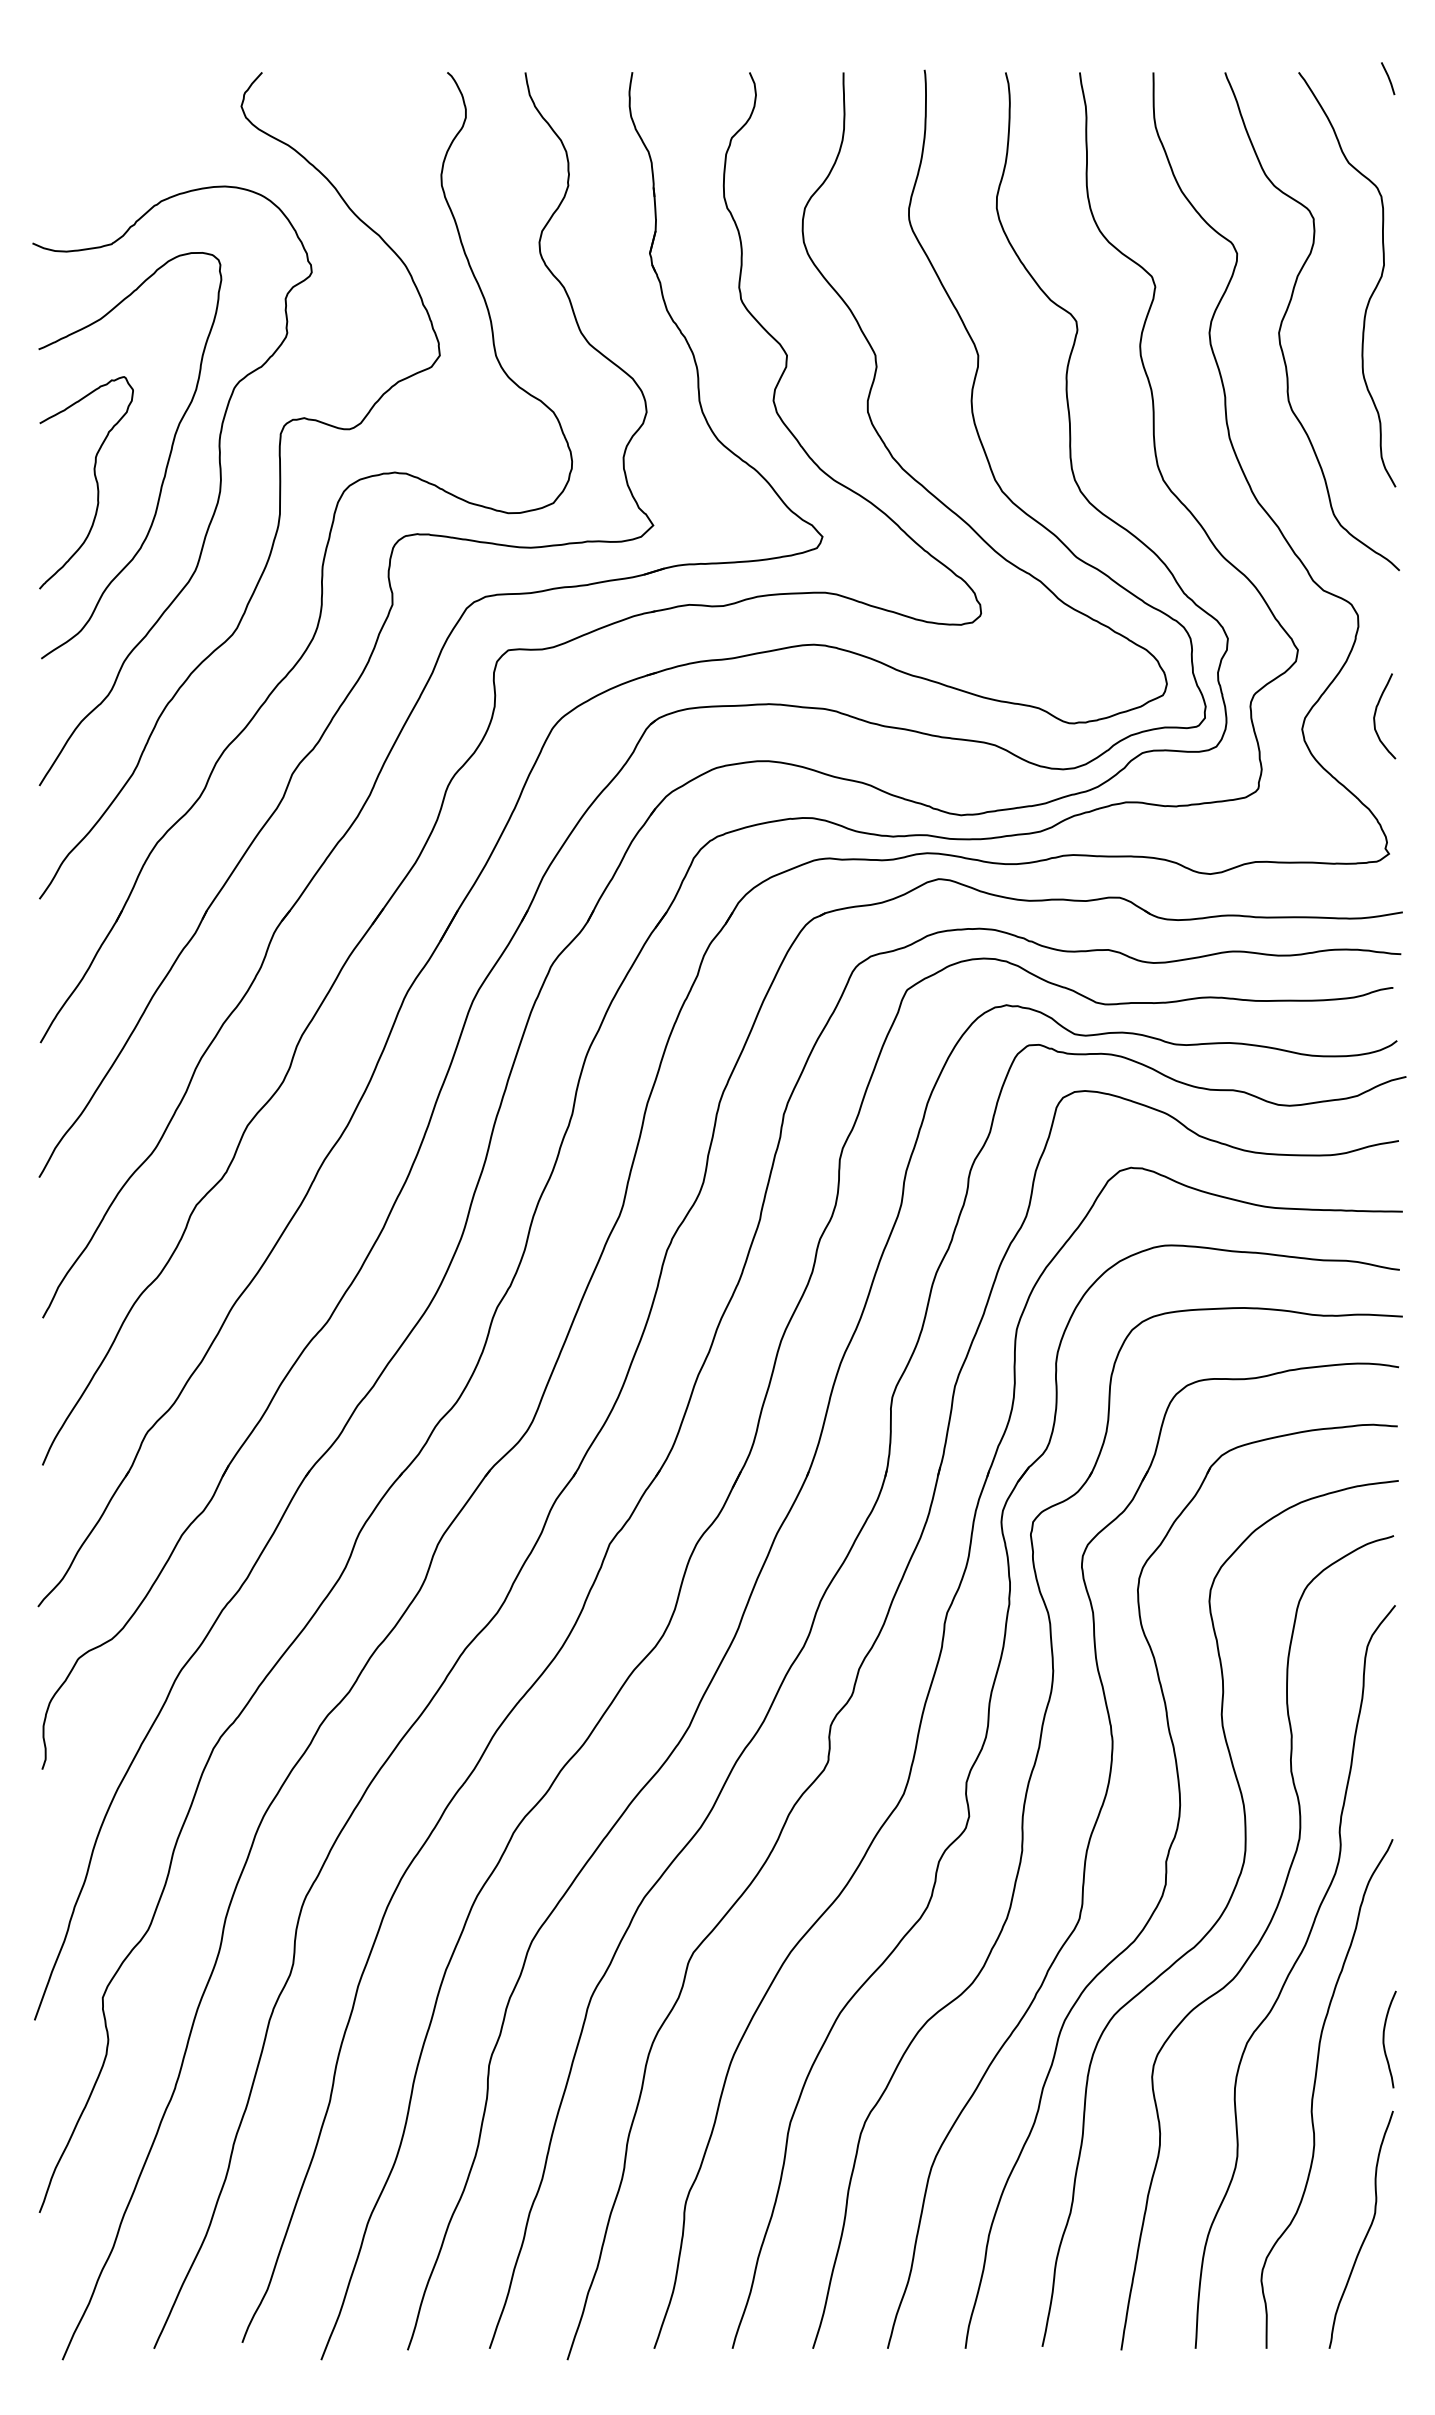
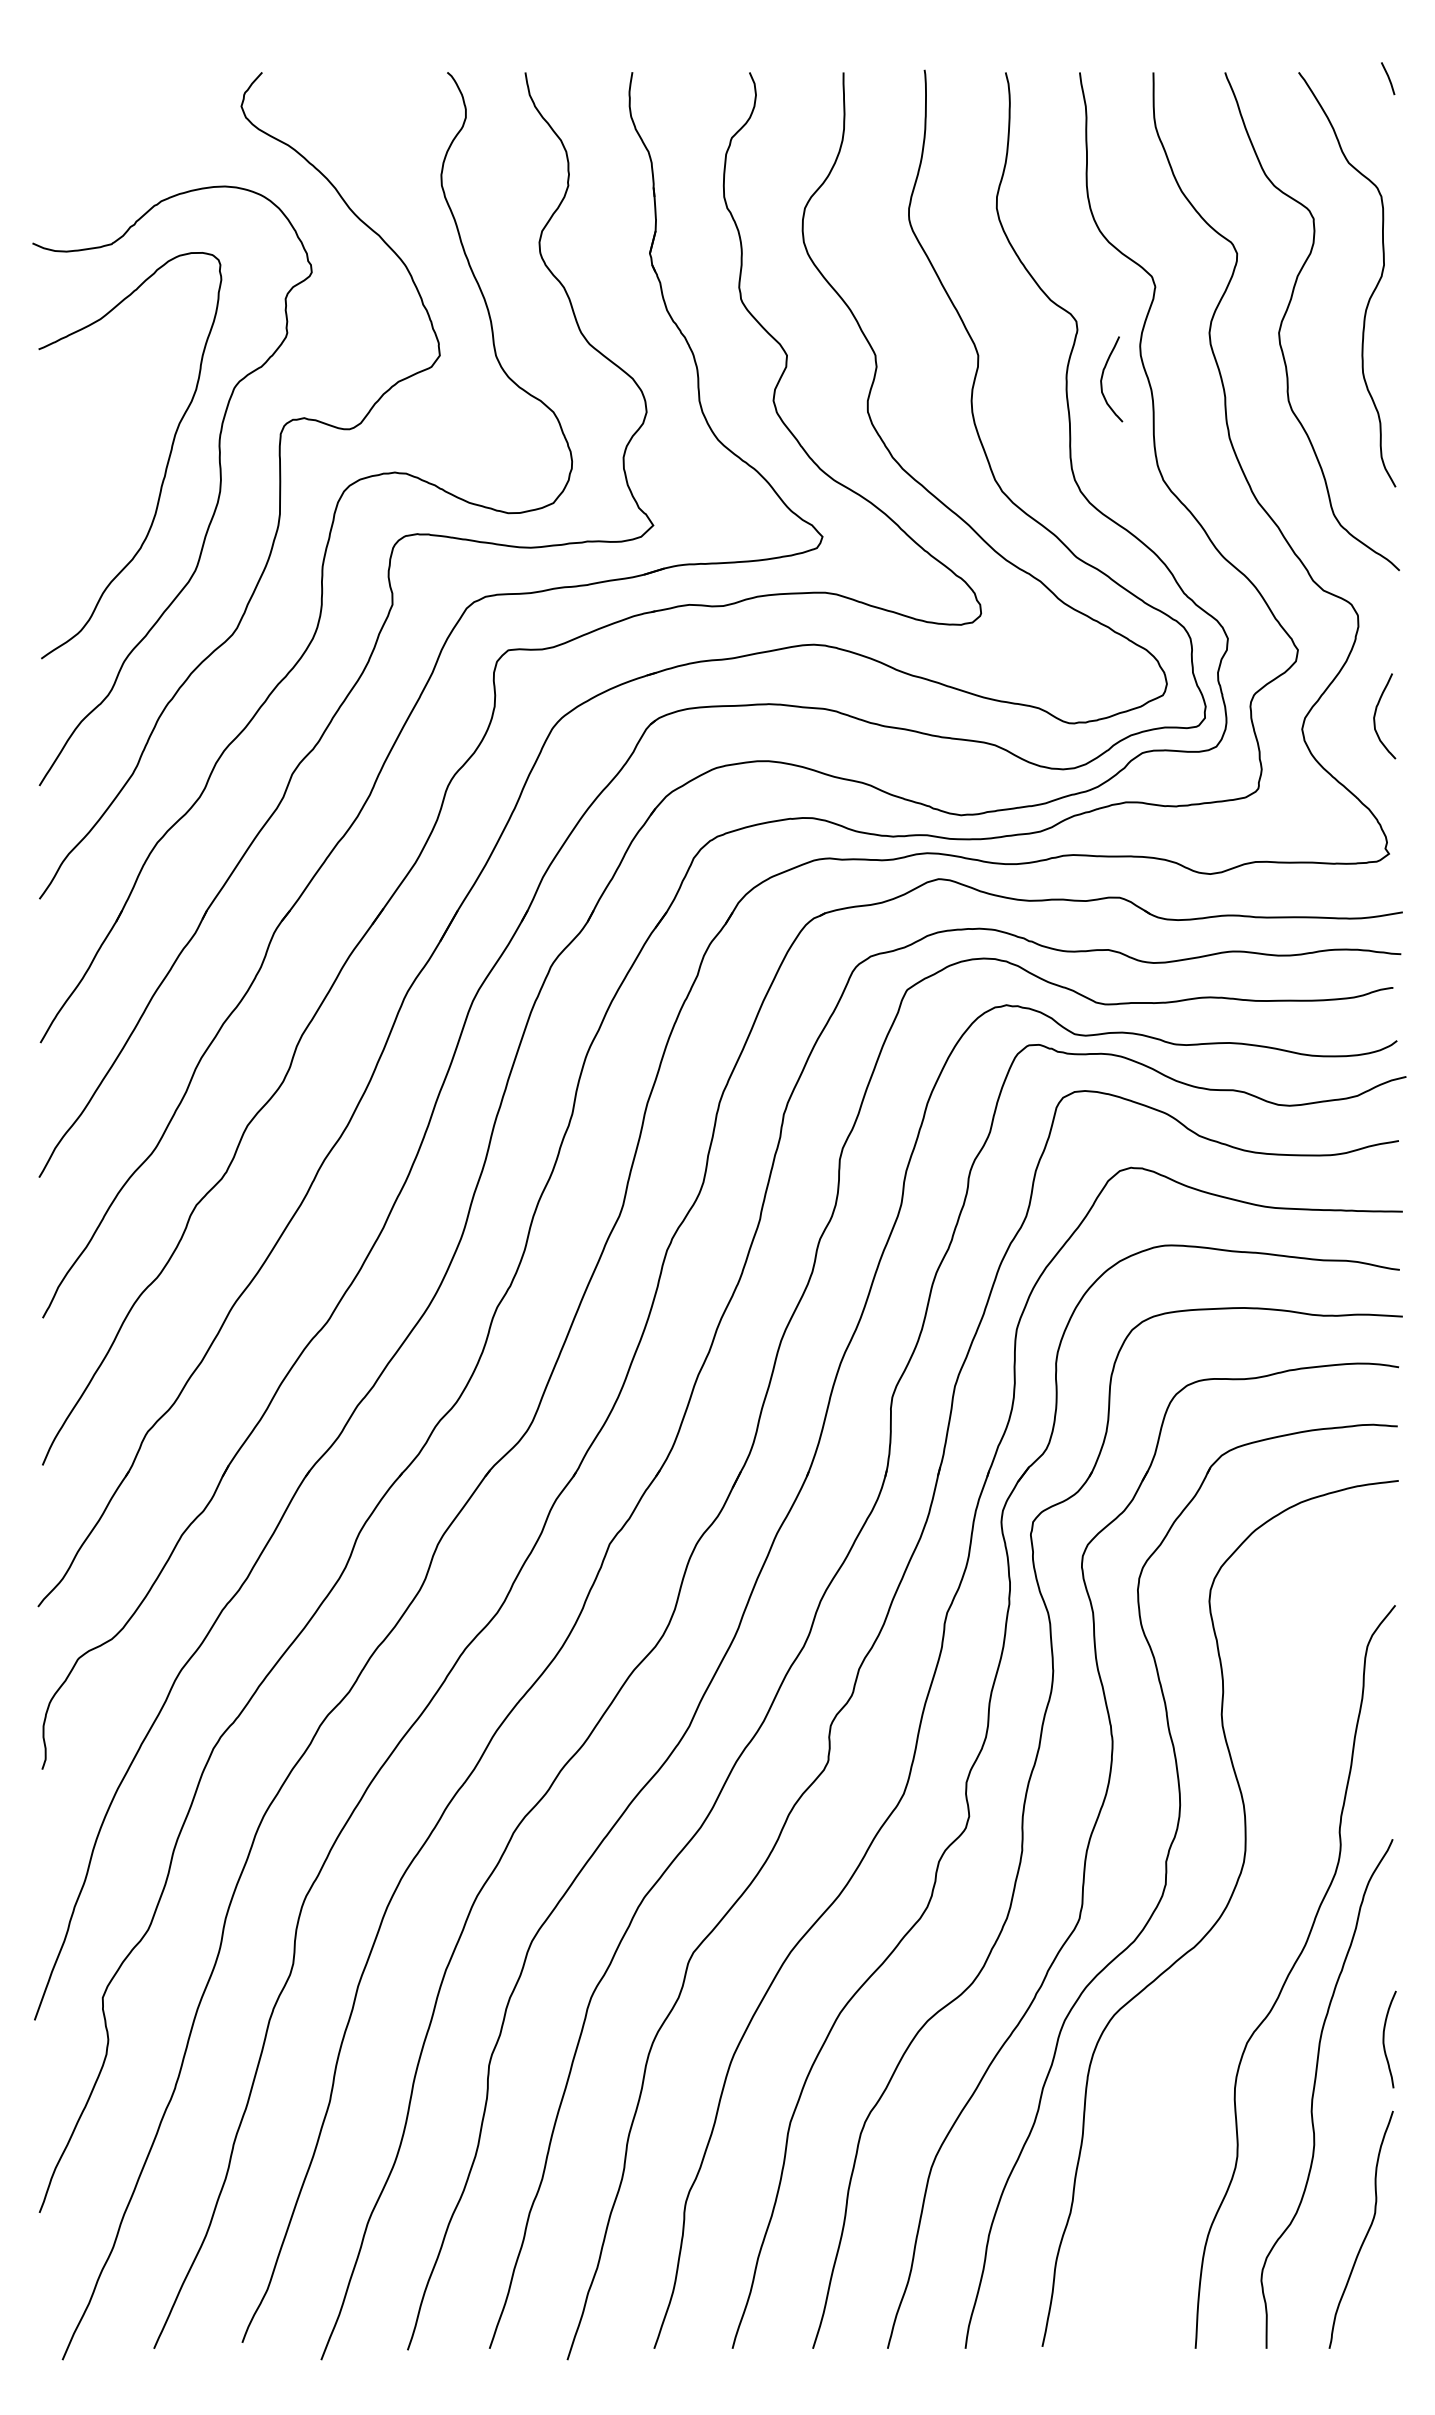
curve at (1103, 375): none -> present
curve at (95, 480): present -> none
curve at (1258, 1942): present -> none
